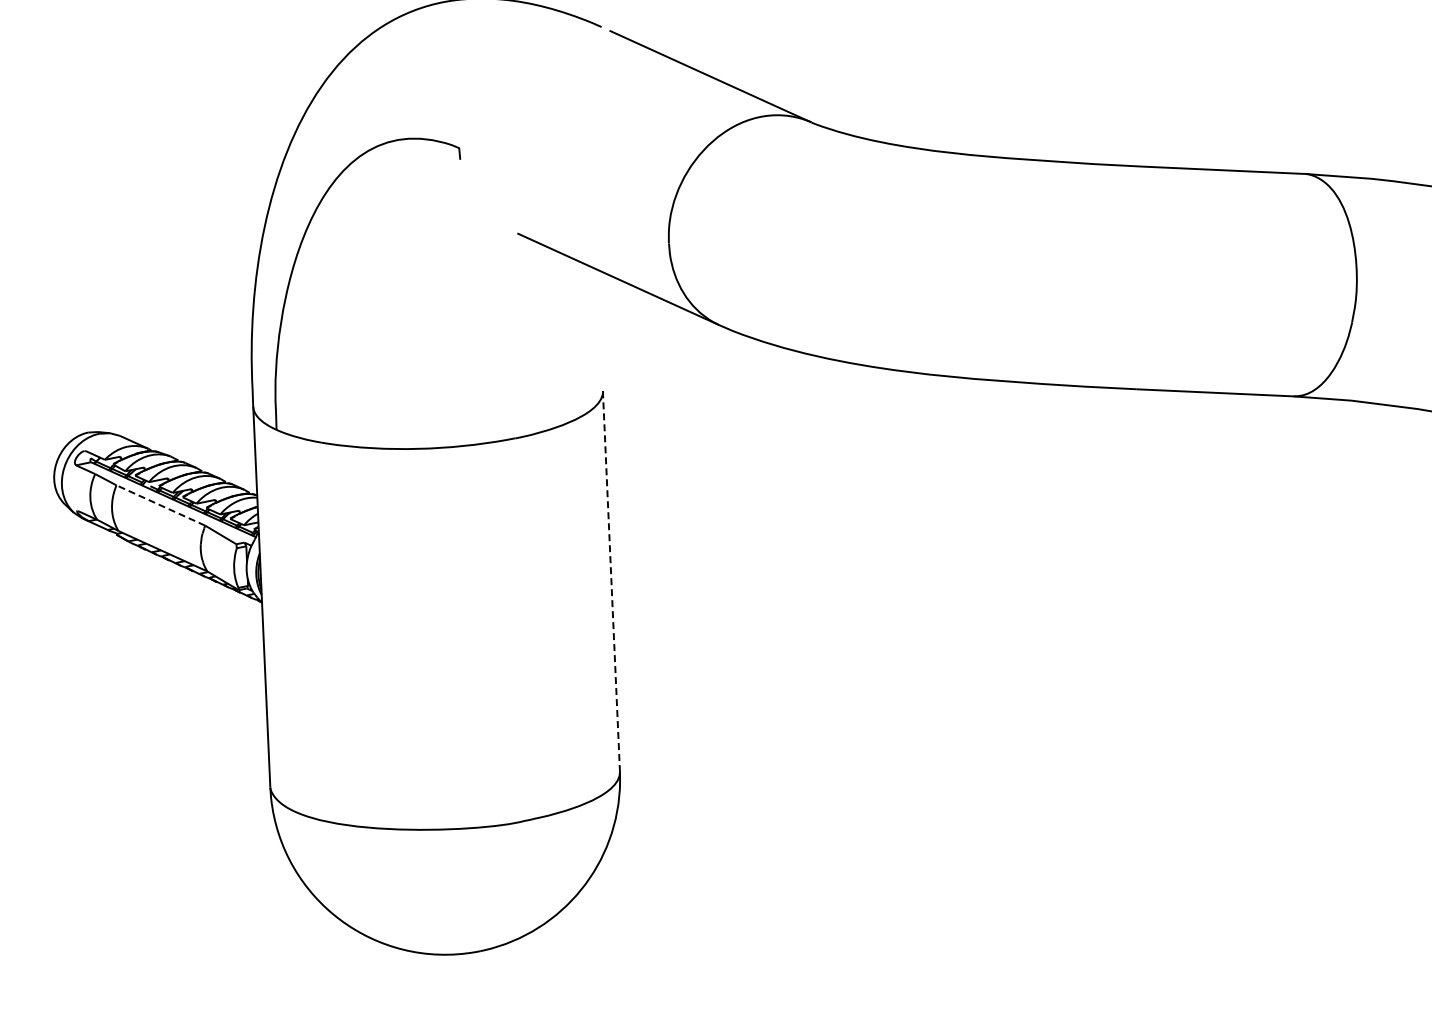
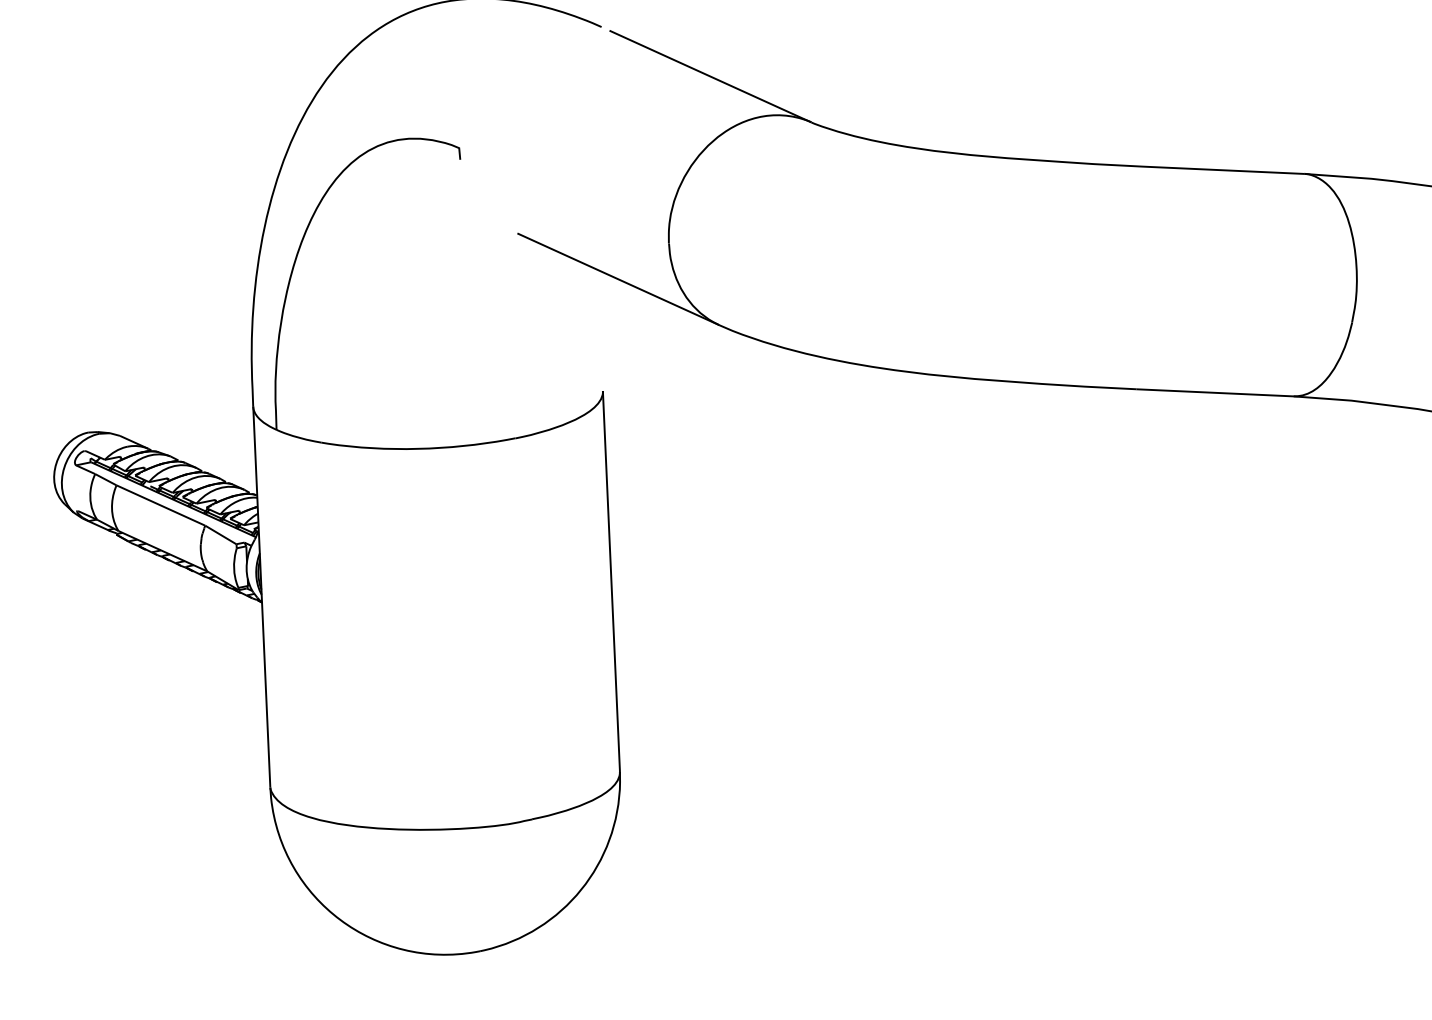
line at (160, 505): dashed -> solid
line at (611, 581): dashed -> solid
